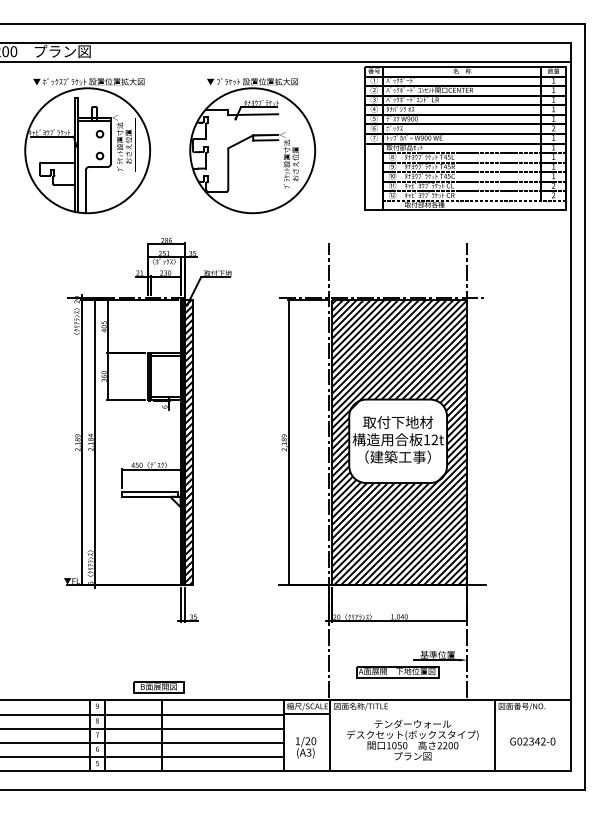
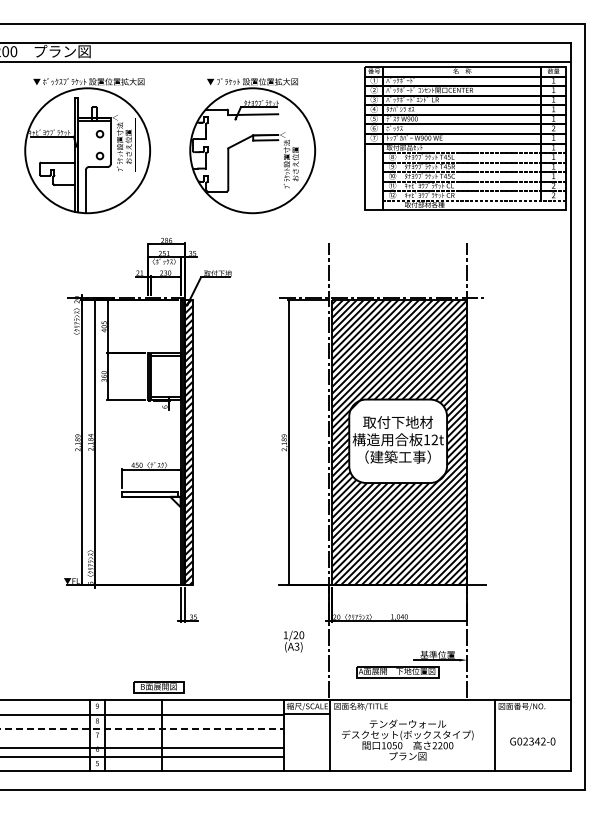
line at (142, 728): solid -> dashed
text at (412, 739) position: (412, 739) -> (407, 739)
line at (143, 742) position: (143, 742) -> (143, 747)
text at (306, 747) position: (306, 747) -> (294, 641)
